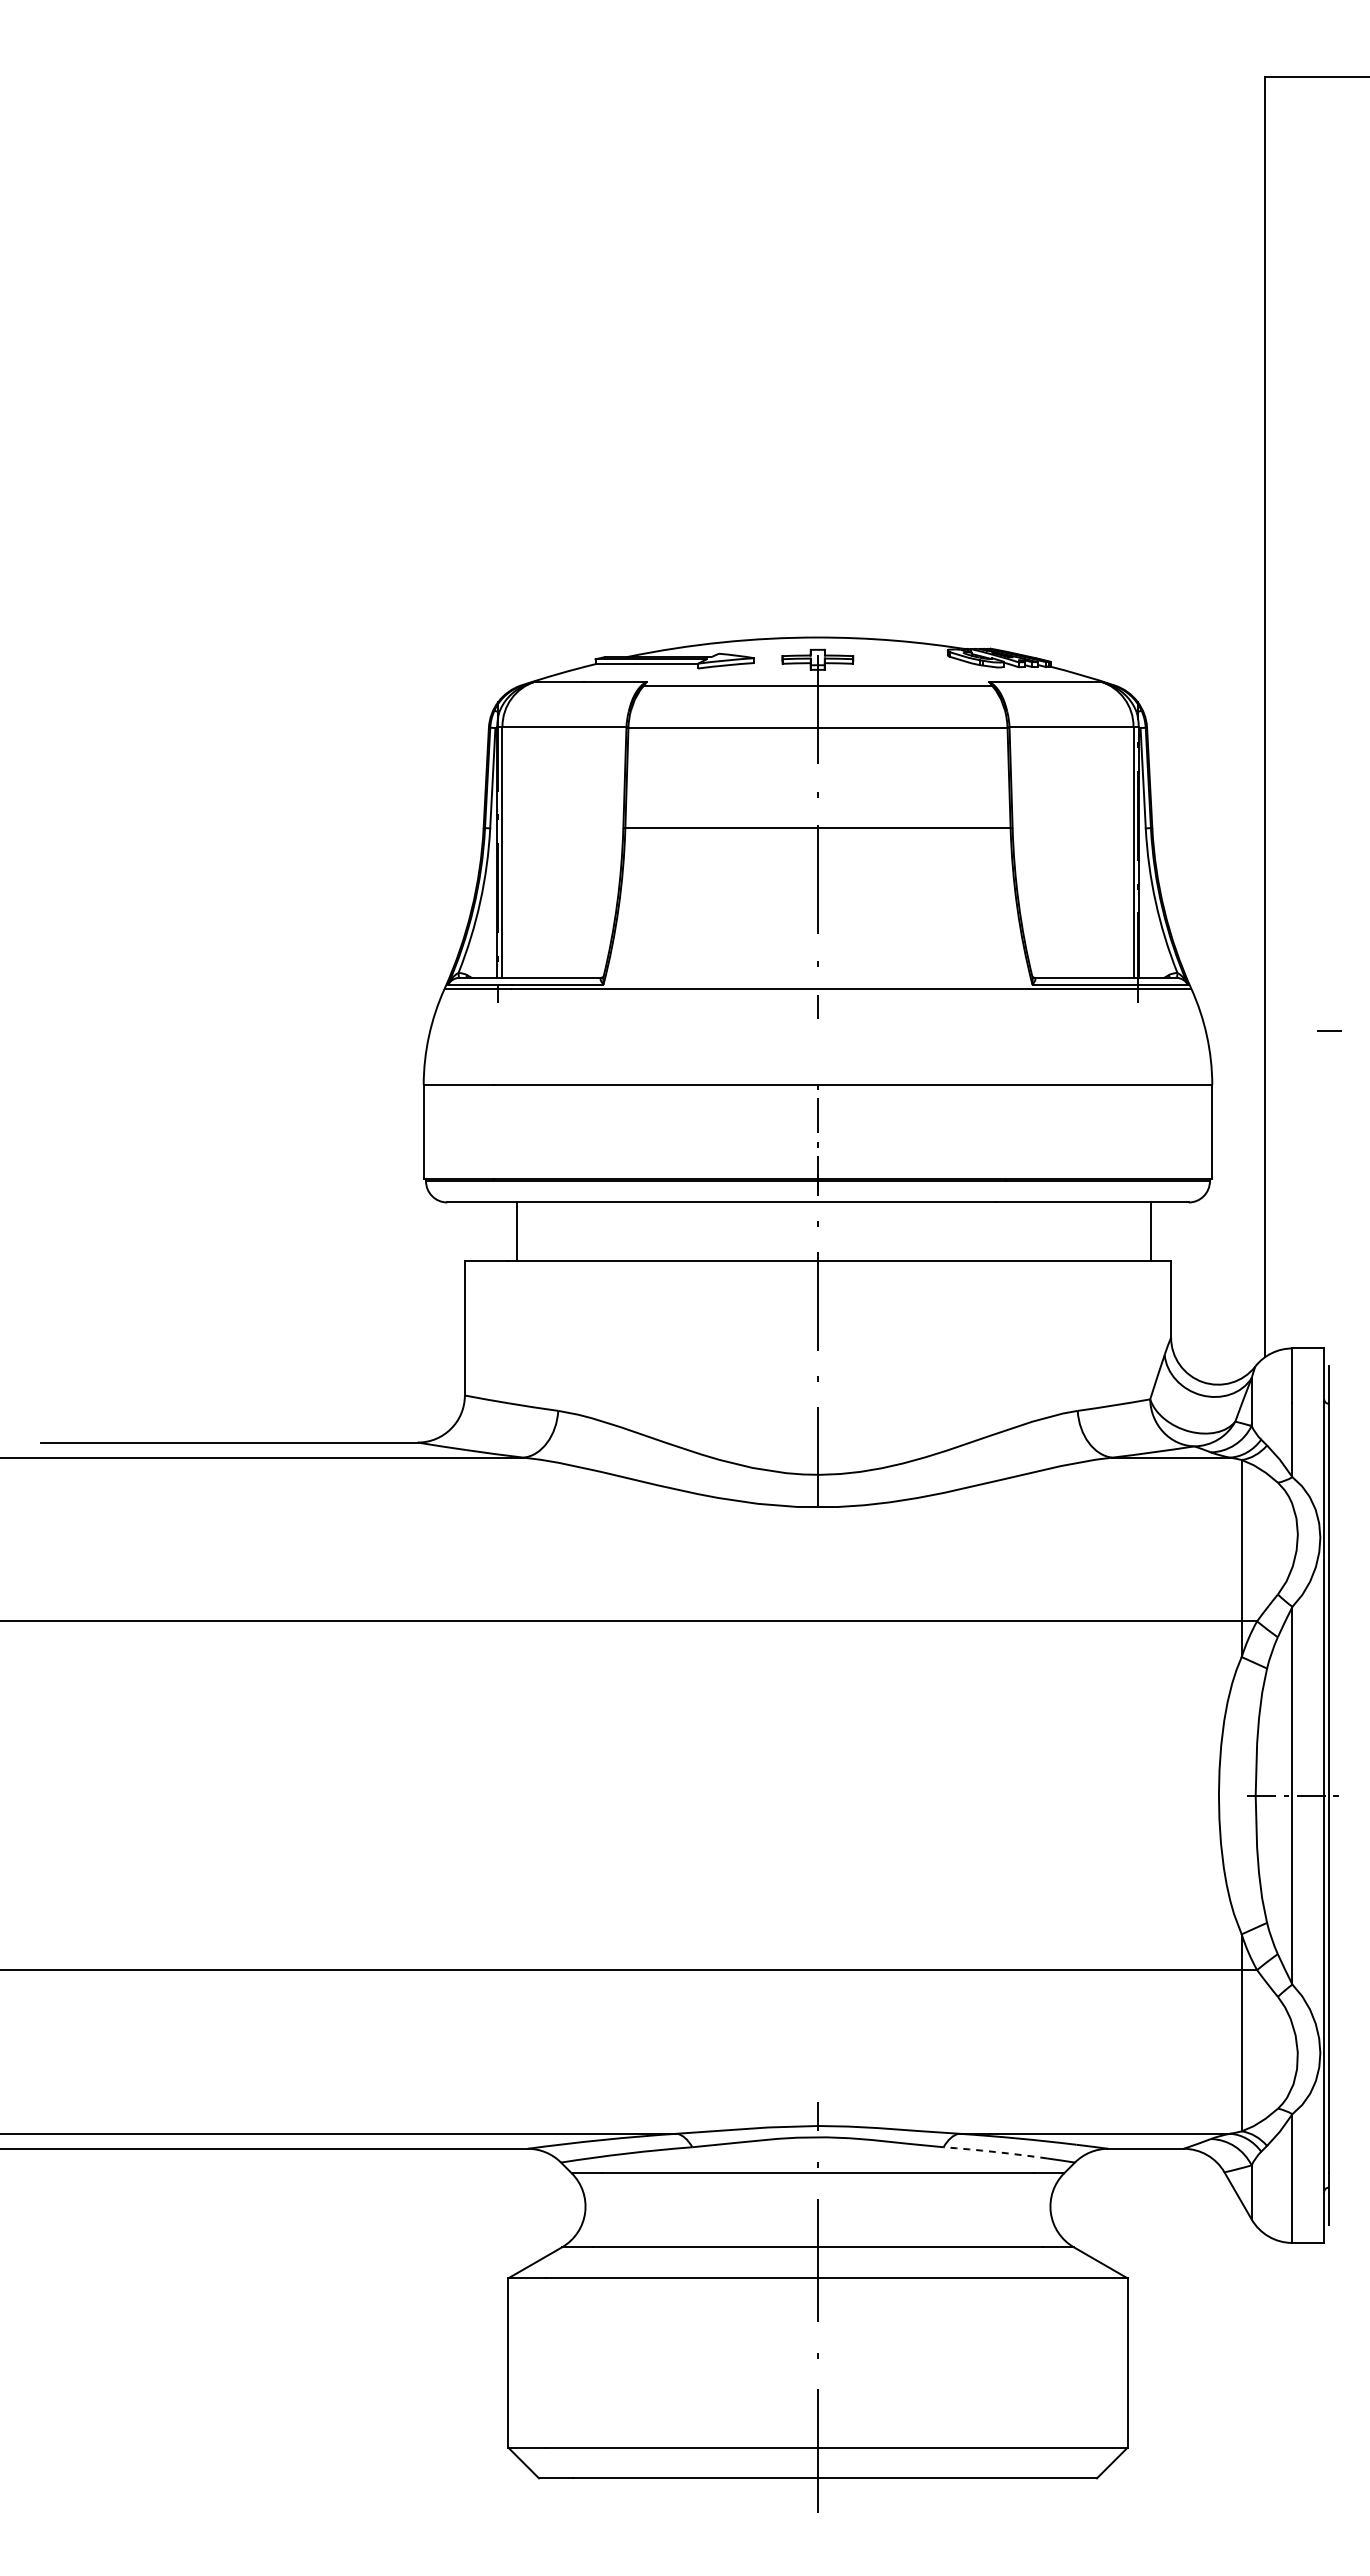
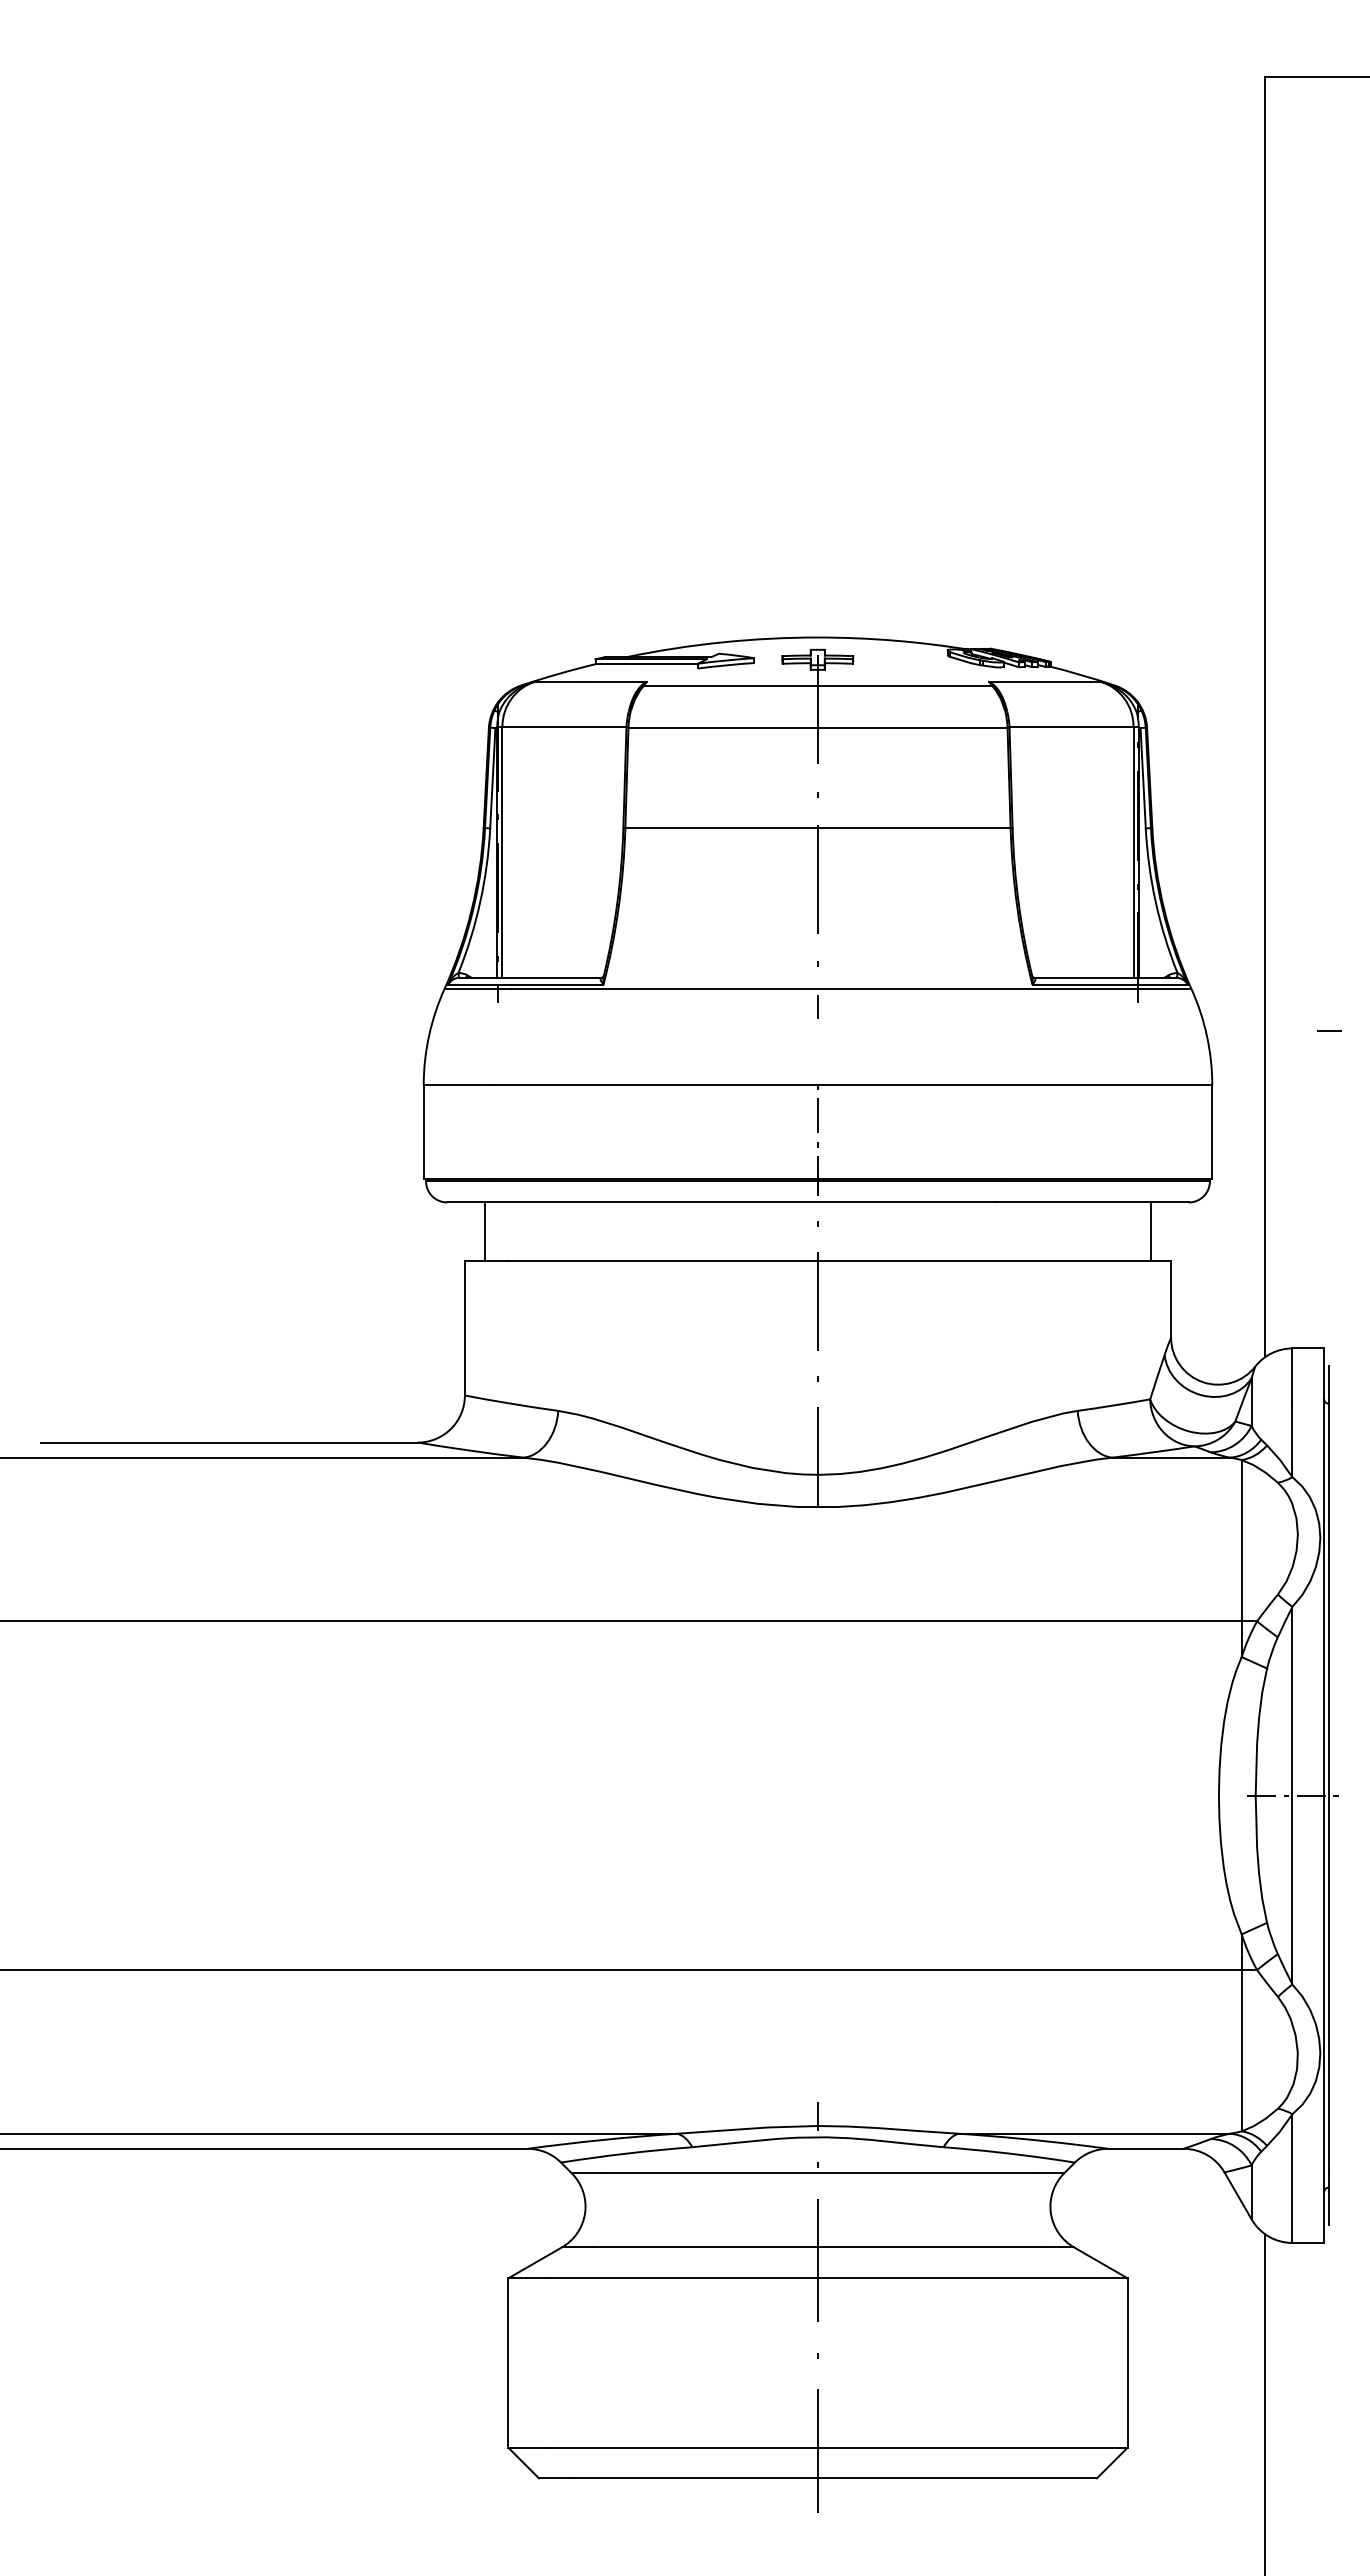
line at (516, 1231) position: (516, 1231) -> (484, 1231)
arc at (995, 2152): dashed -> solid
line at (1265, 2403): none -> present
